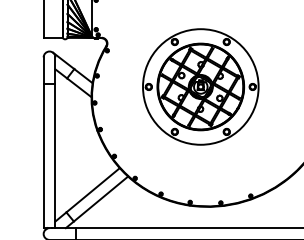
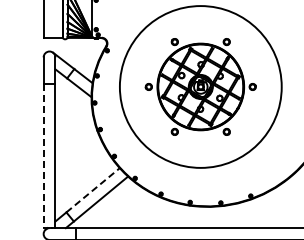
circle at (200, 86) diameter: 116 px -> 162 px
line at (43, 156): solid -> dashed
line at (93, 190): solid -> dashed
